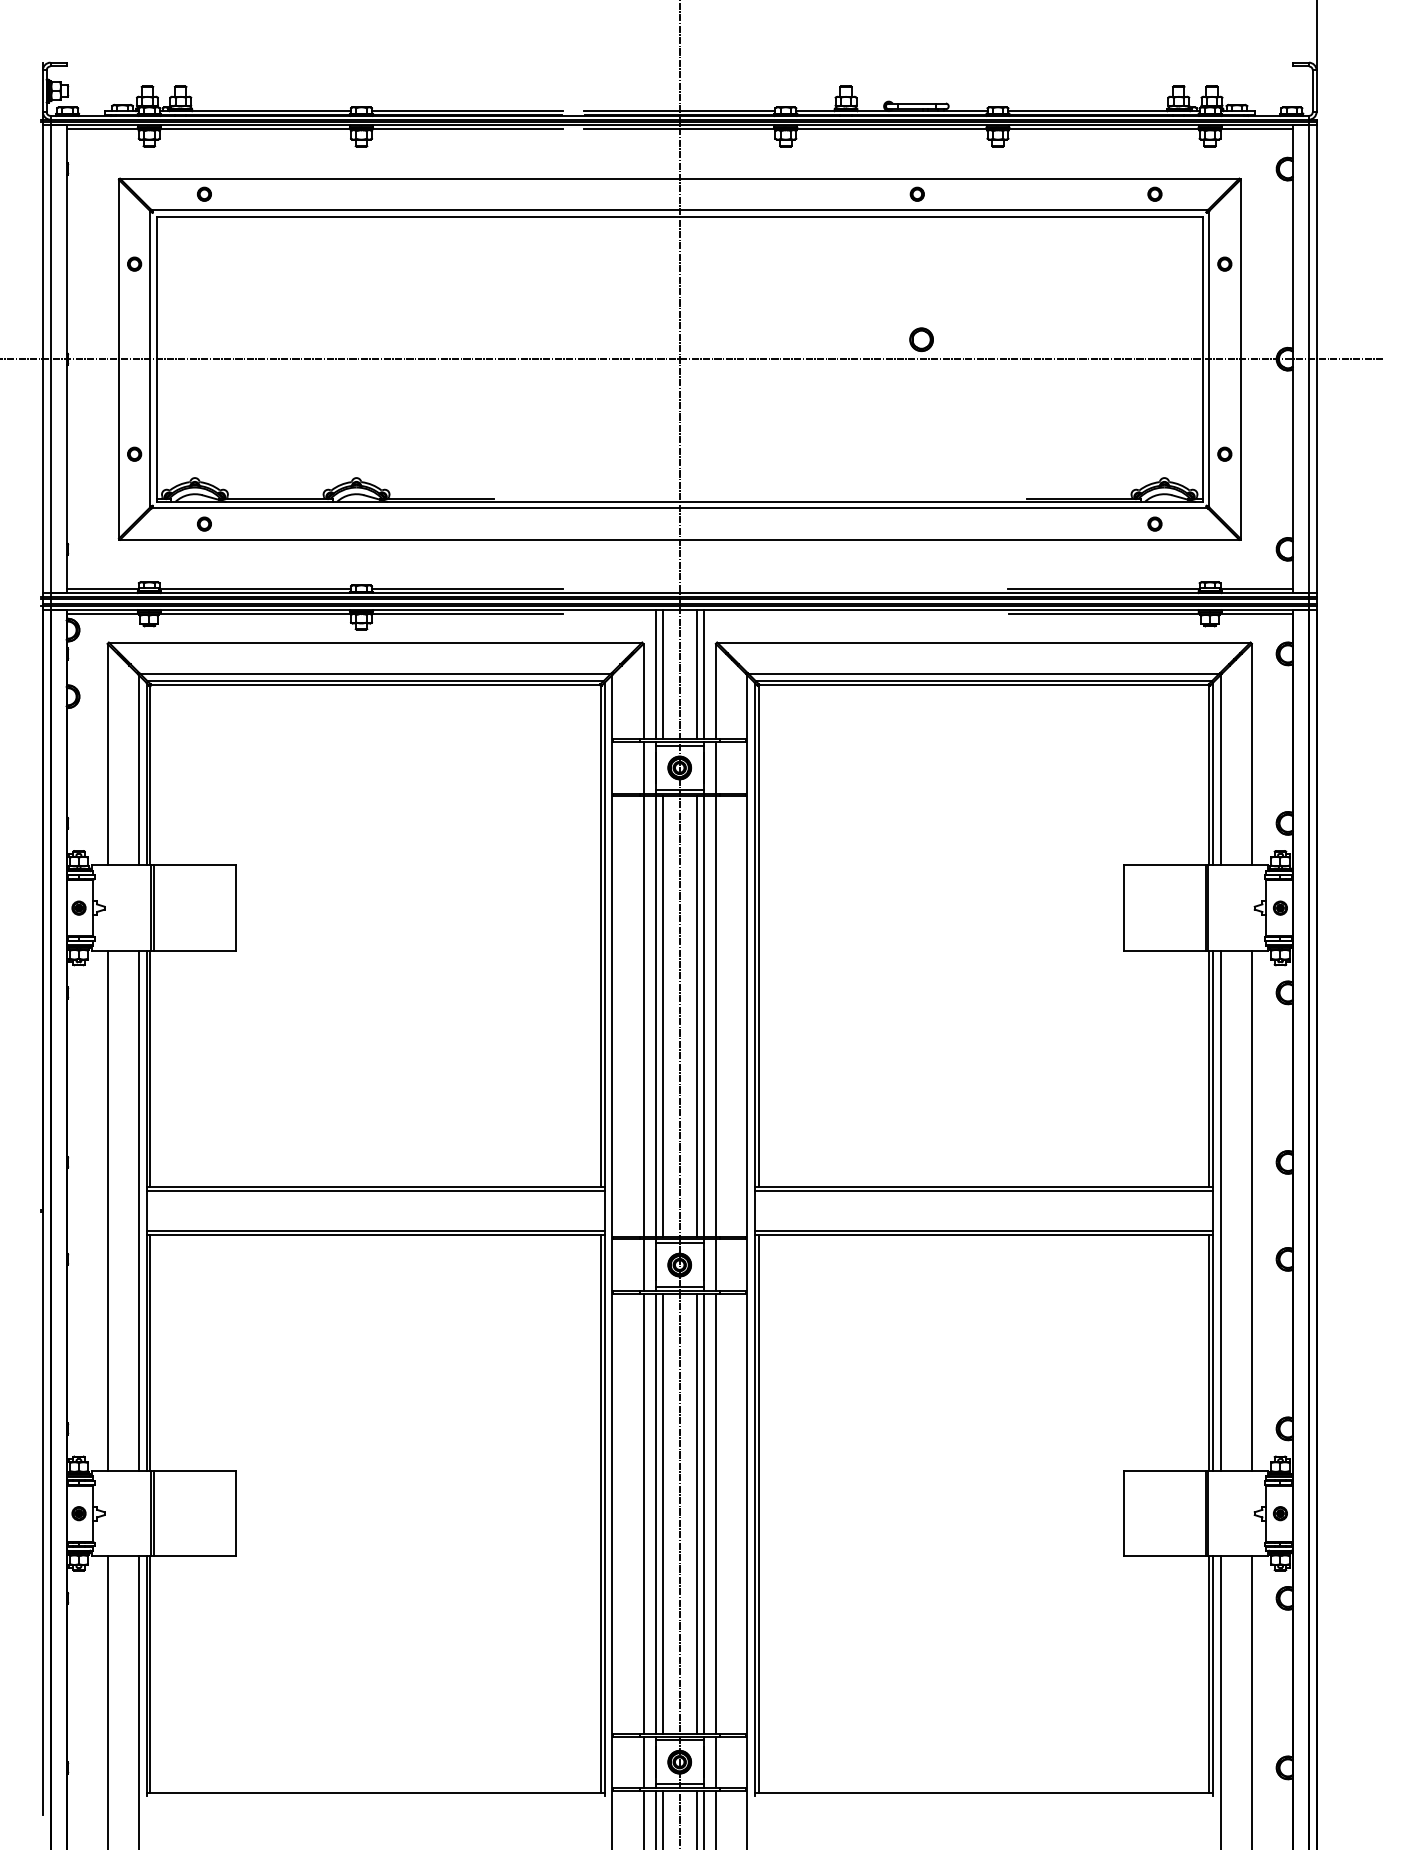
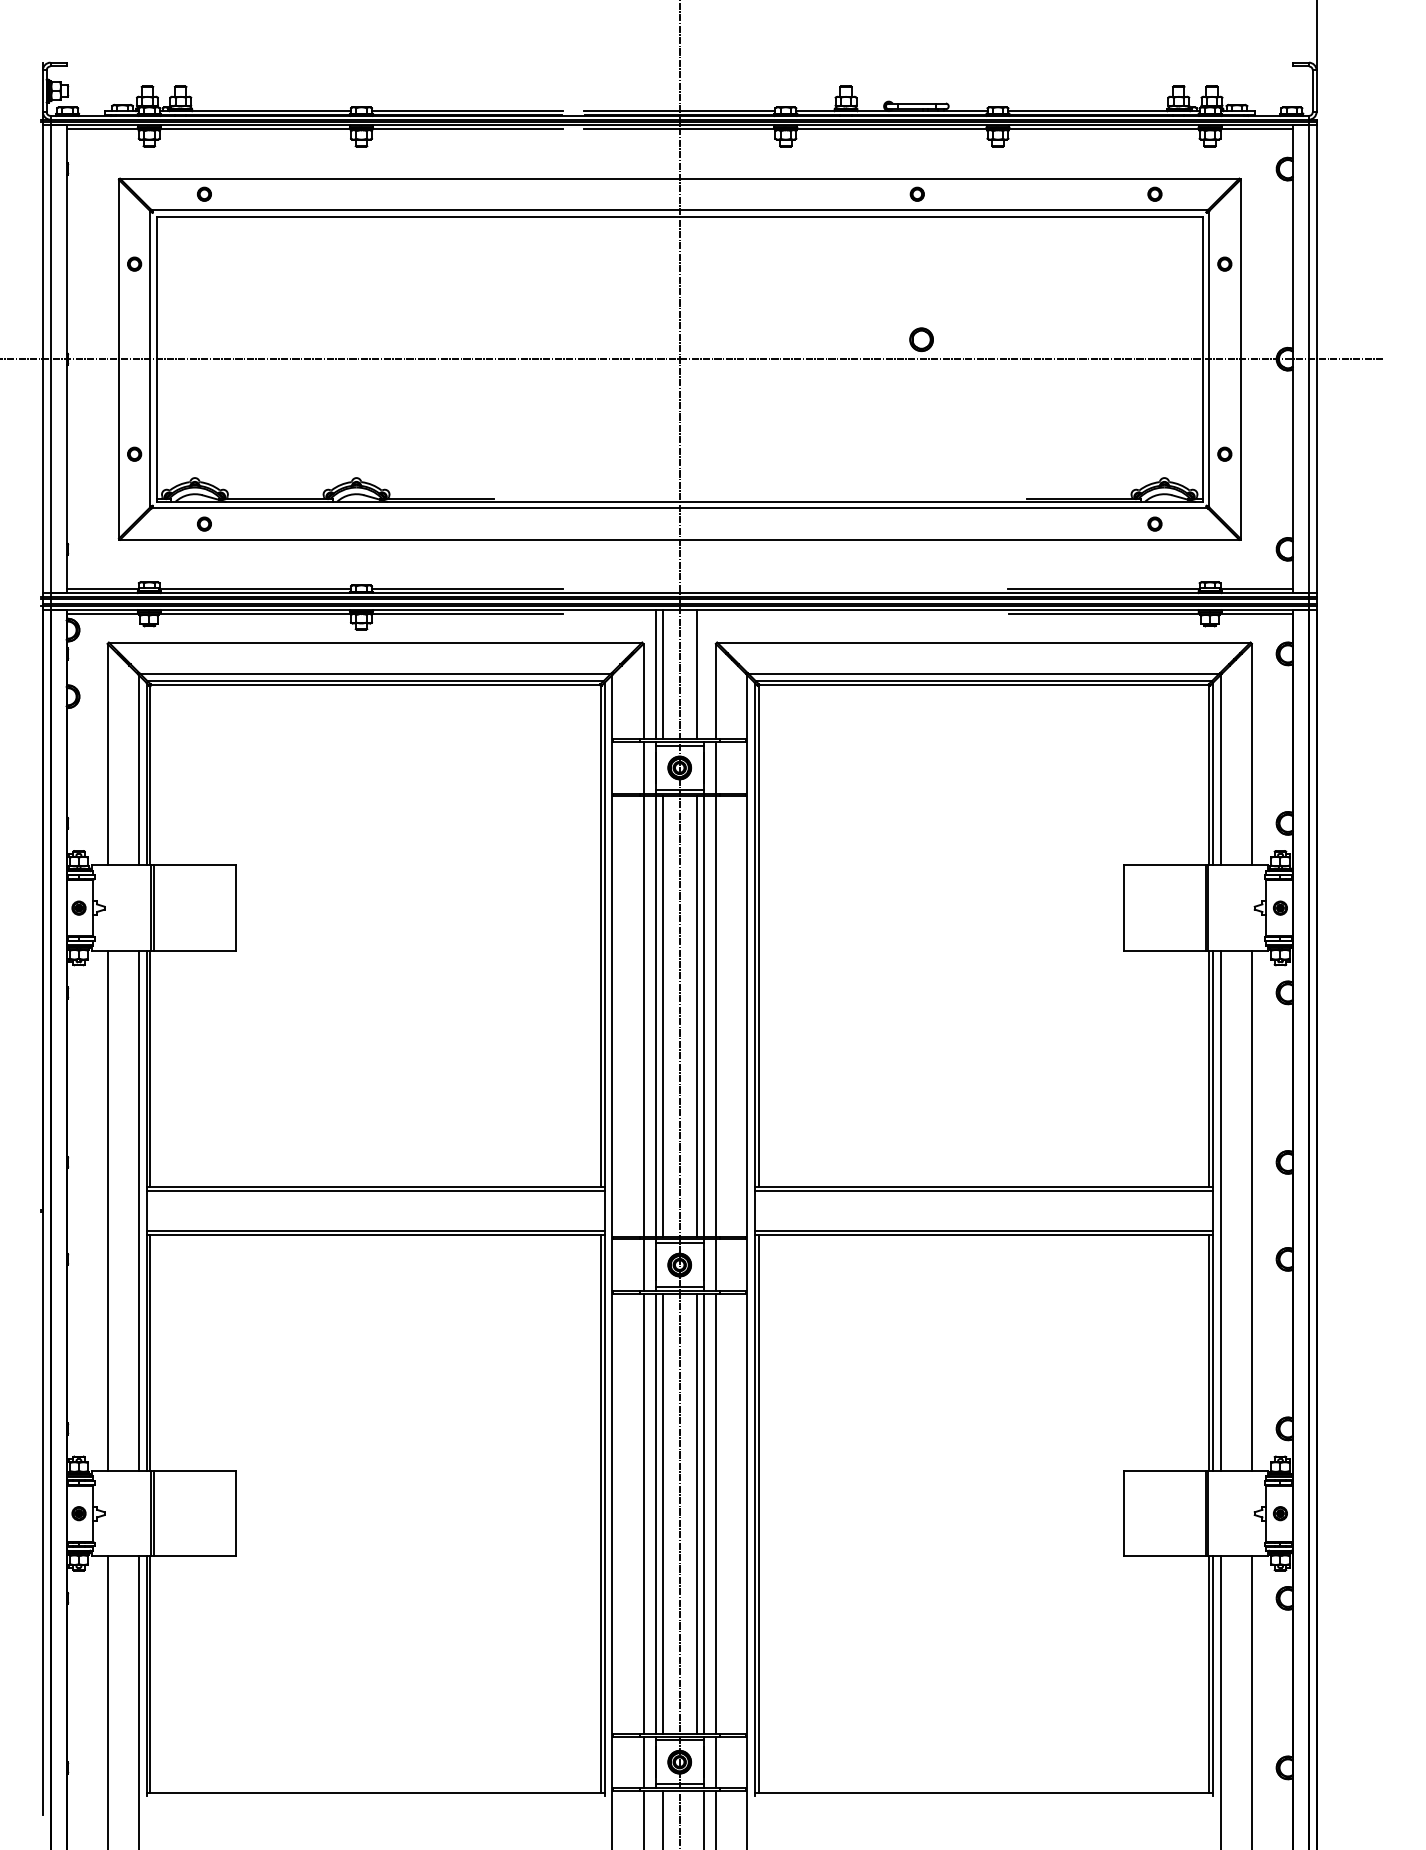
line at (703, 674): present -> none
line at (655, 1818): present -> none
line at (696, 1818): present -> none
